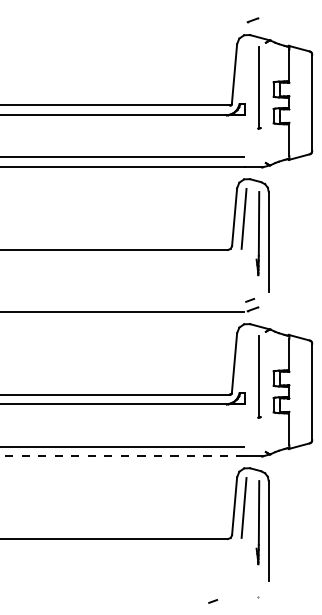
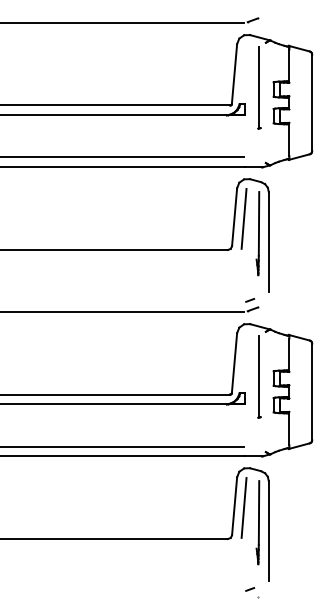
line at (122, 22): none -> present
line at (122, 456): dashed -> solid
line at (213, 601) position: (213, 601) -> (250, 589)
